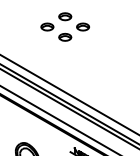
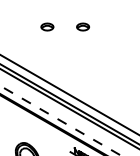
part at (65, 16): present -> none
part at (65, 36): present -> none
line at (60, 120): solid -> dashed
